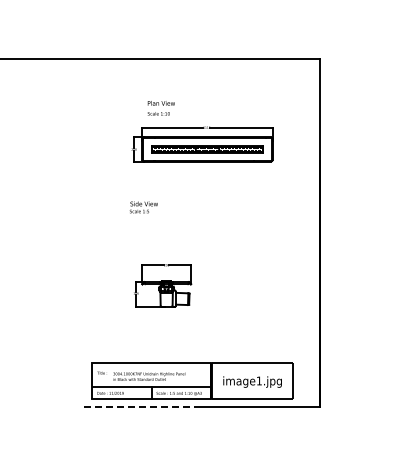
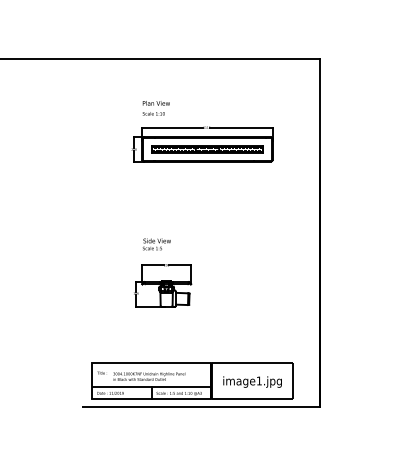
text at (160, 108) position: (160, 108) -> (155, 108)
text at (143, 207) position: (143, 207) -> (156, 244)
line at (141, 407): dashed -> solid
